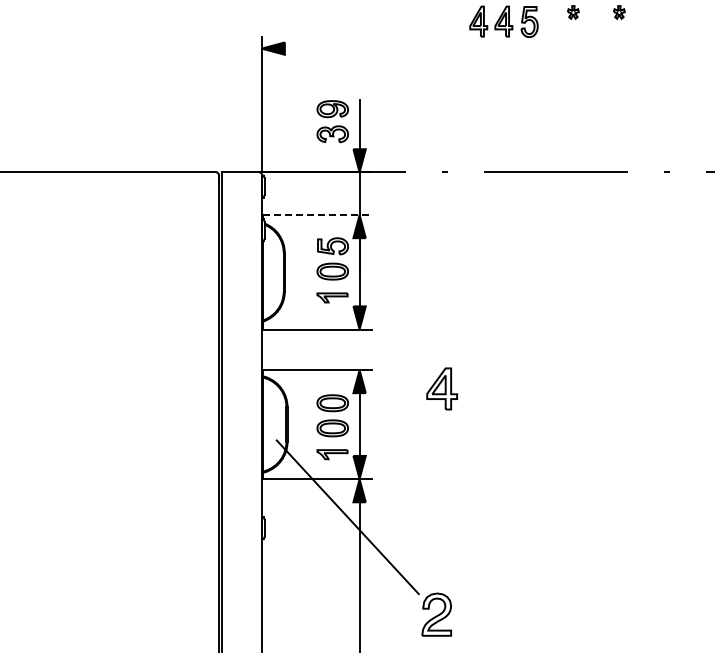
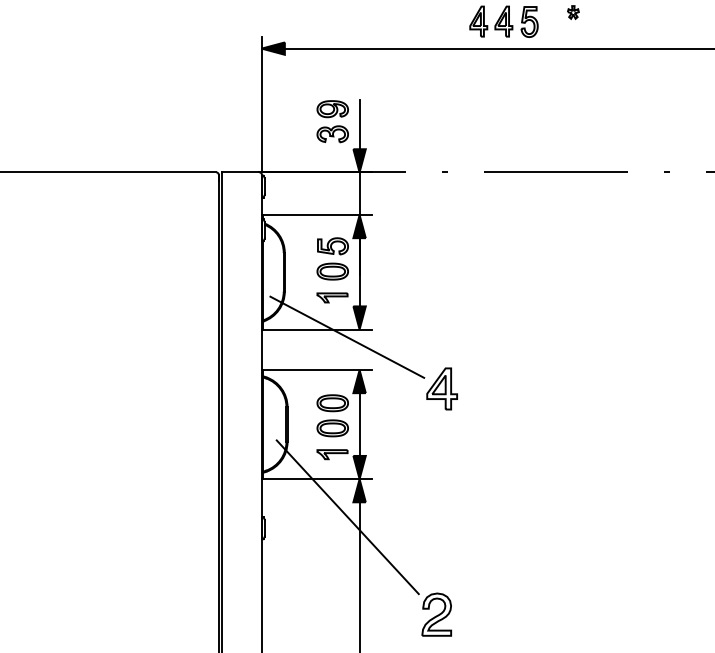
part at (619, 12): present -> none
line at (497, 48): none -> present
line at (317, 214): dashed -> solid
line at (347, 336): none -> present
